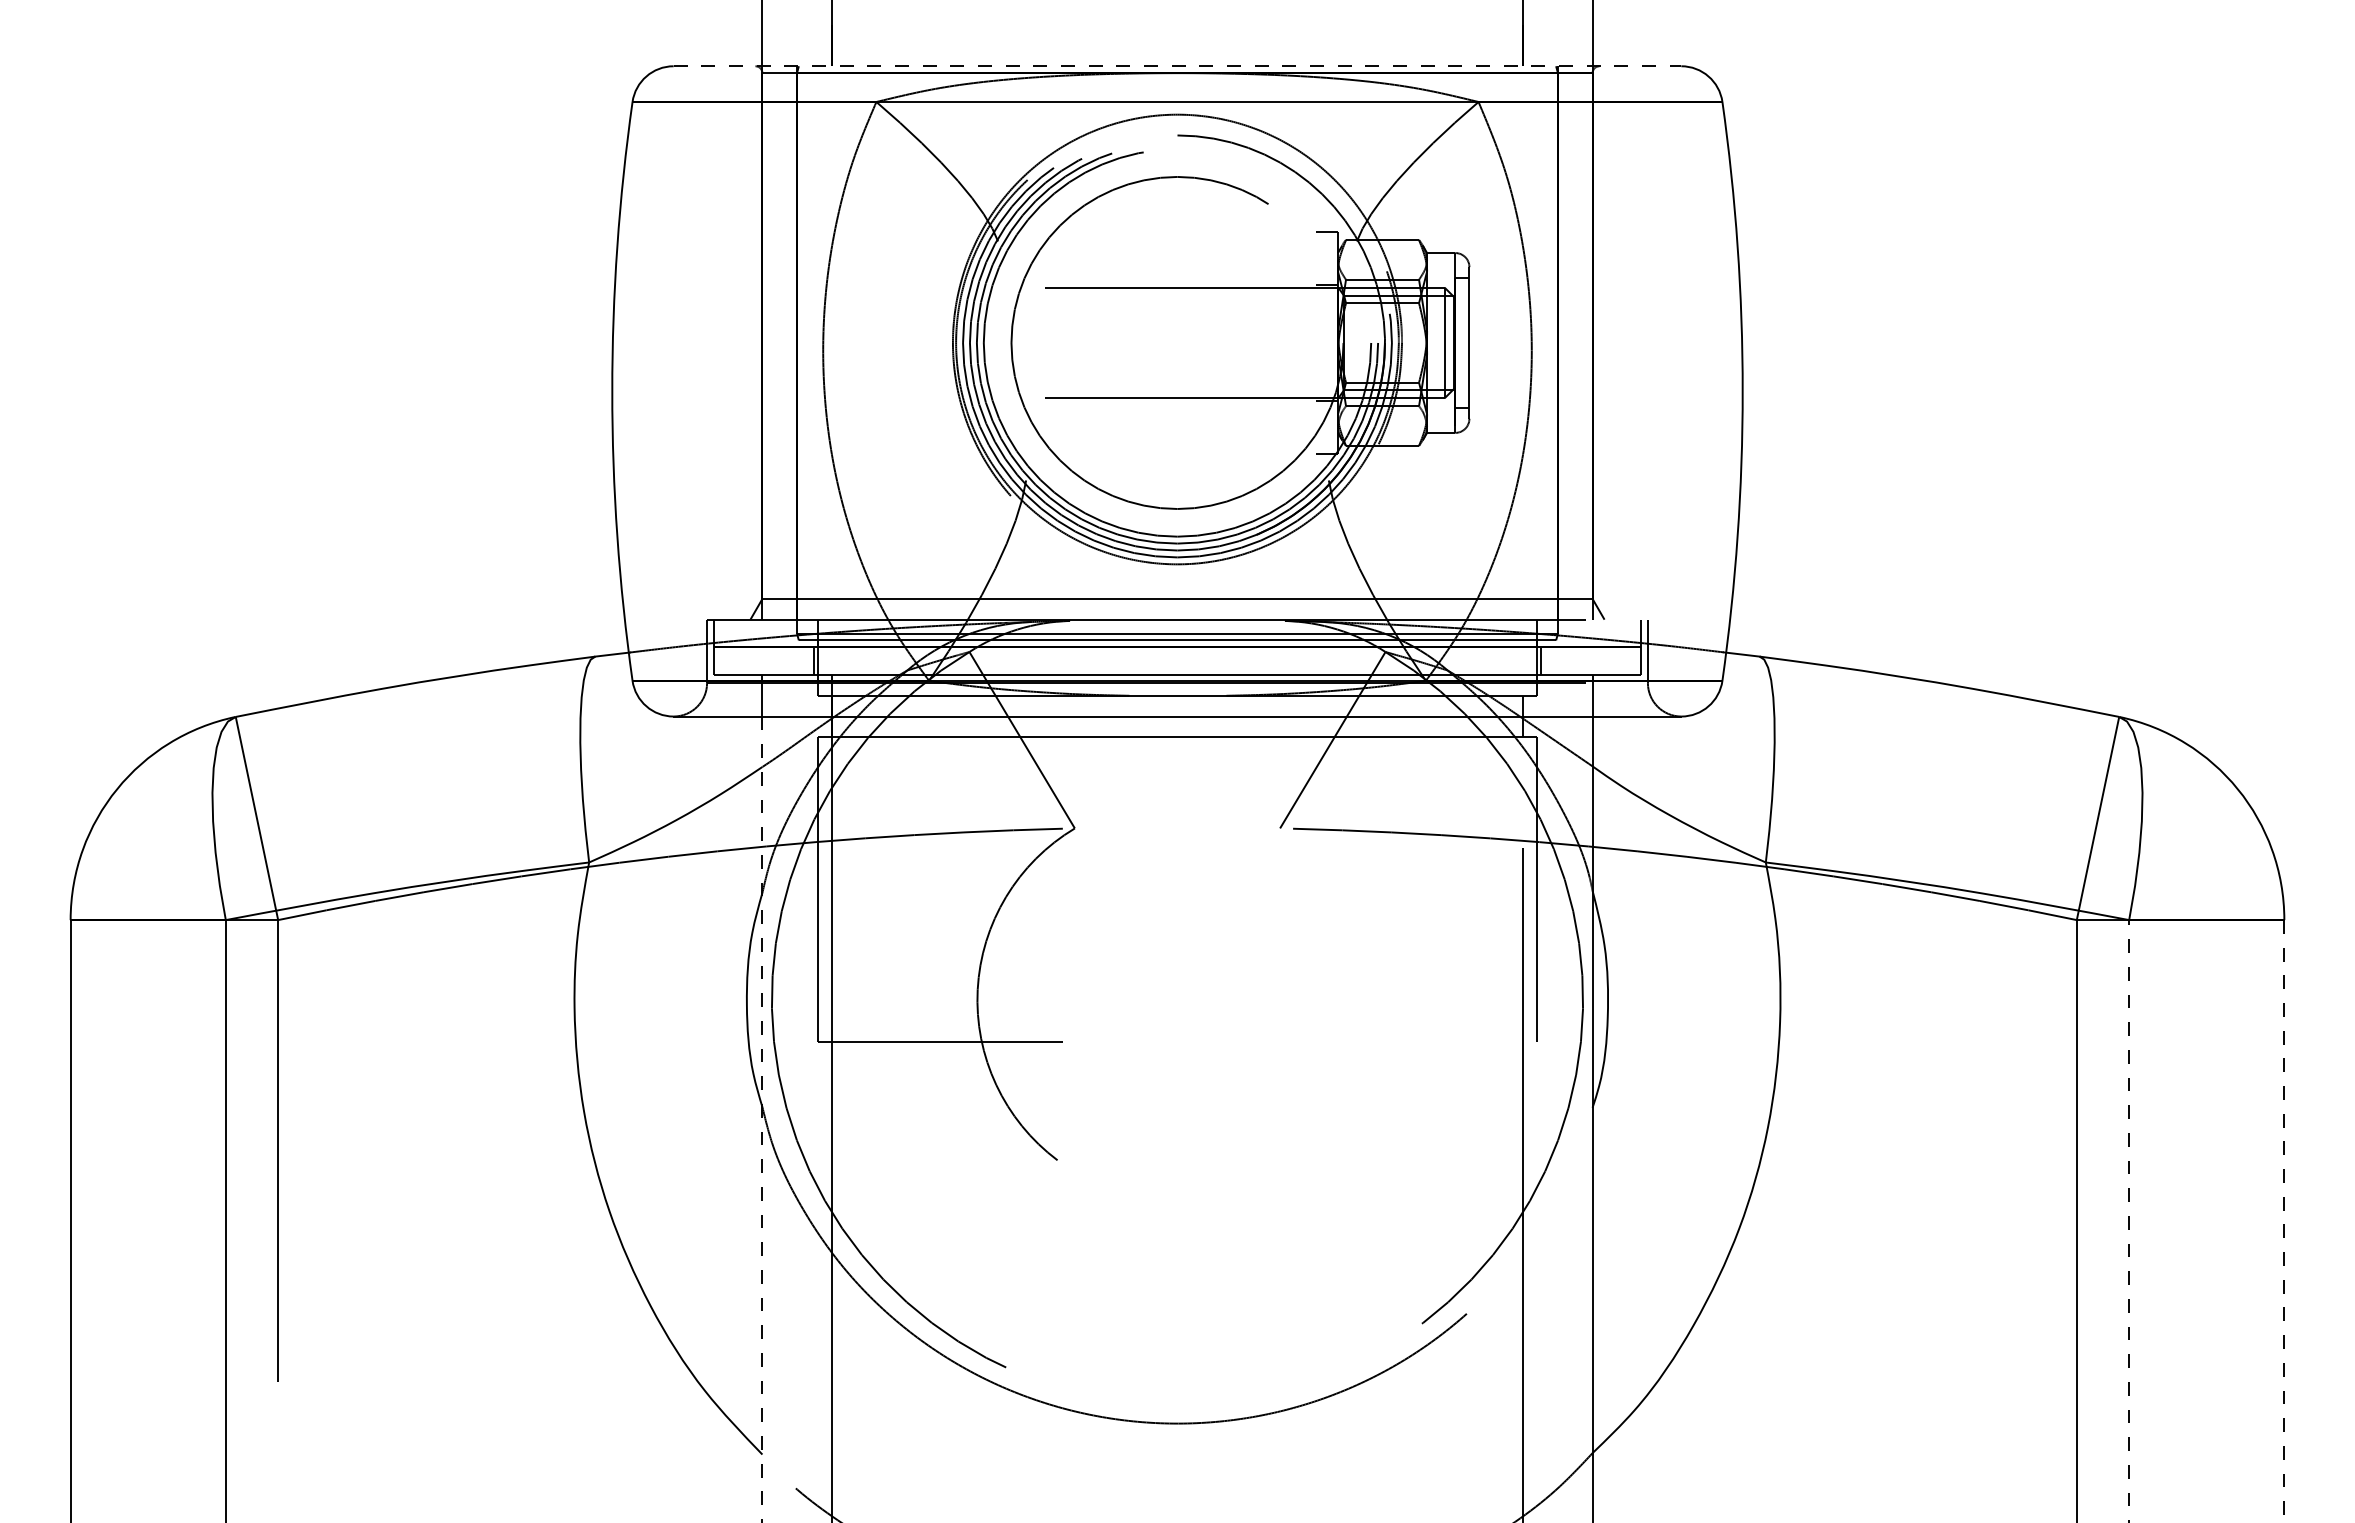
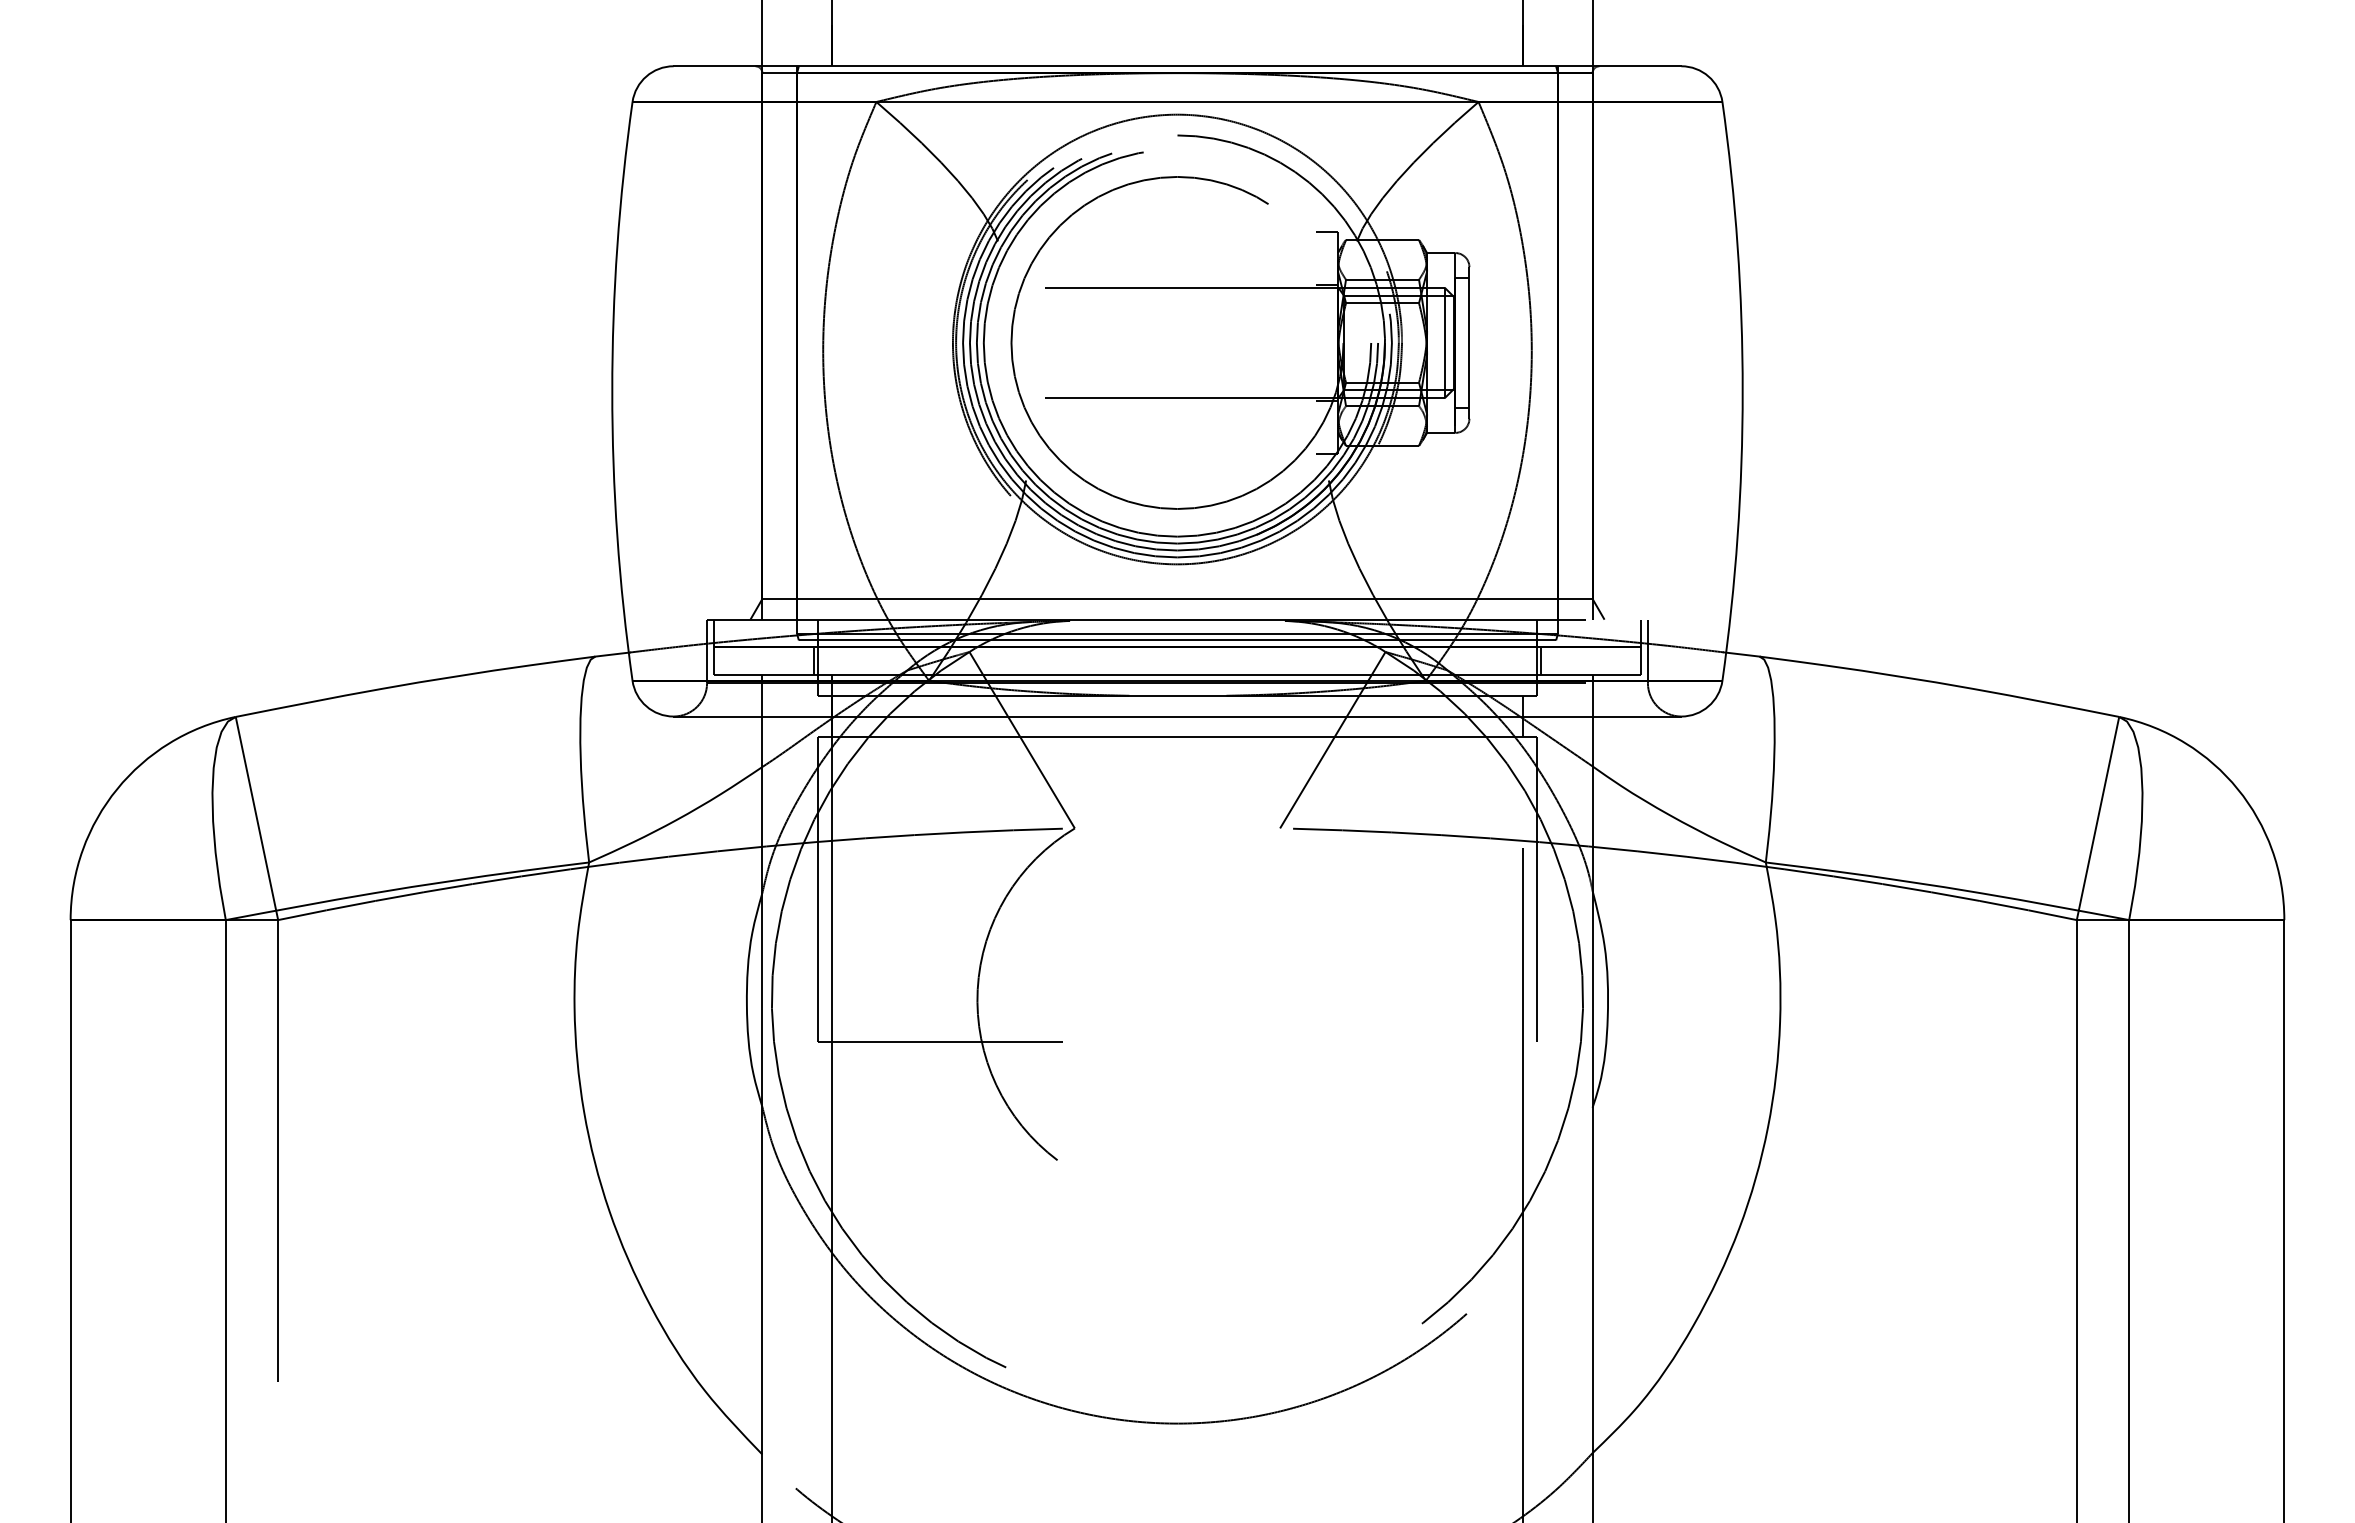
line at (1177, 66): dashed -> solid
line at (762, 1120): dashed -> solid
line at (2129, 1221): dashed -> solid
line at (2284, 1221): dashed -> solid
